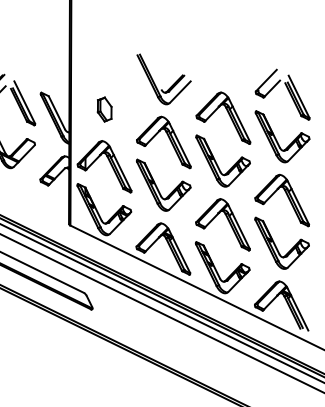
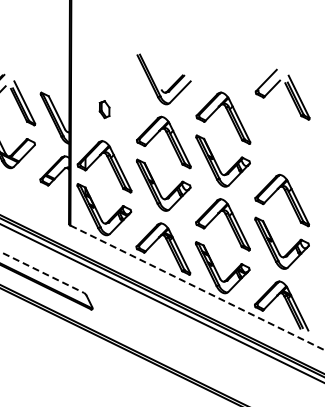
part at (104, 109) size: 17x27 px -> 13x20 px
part at (276, 138): present -> none
line at (42, 272): solid -> dashed
line at (197, 288): solid -> dashed
line at (161, 312): present -> none
